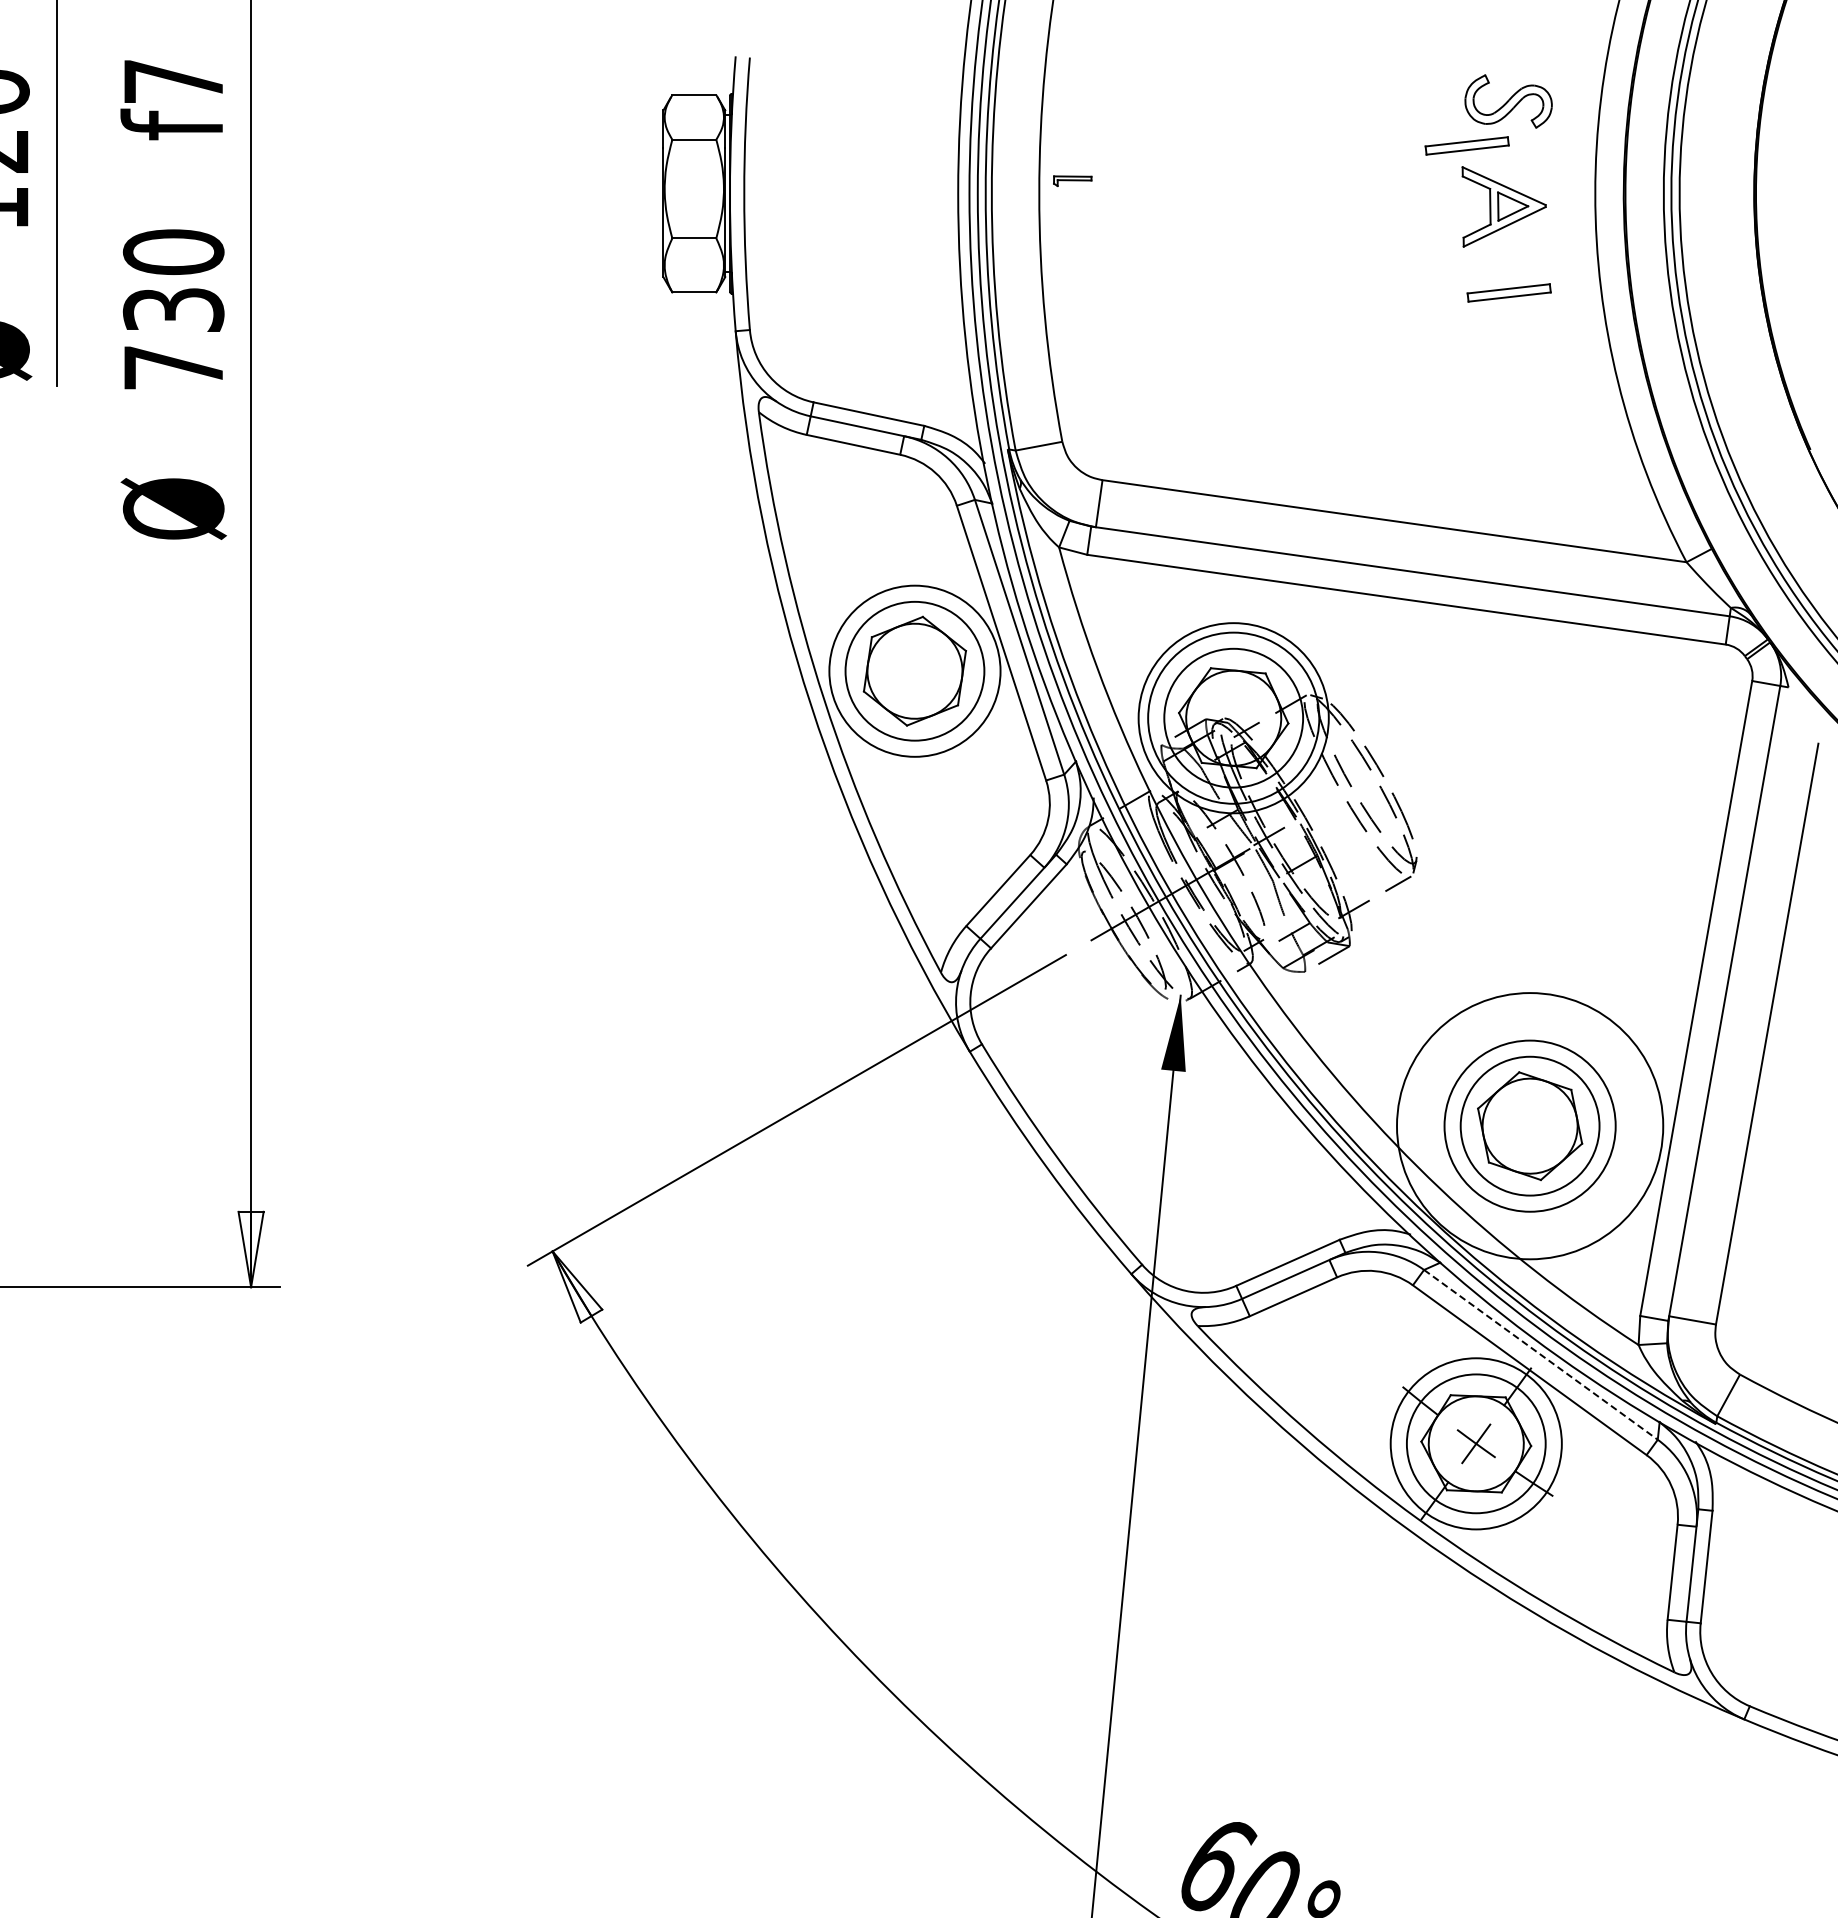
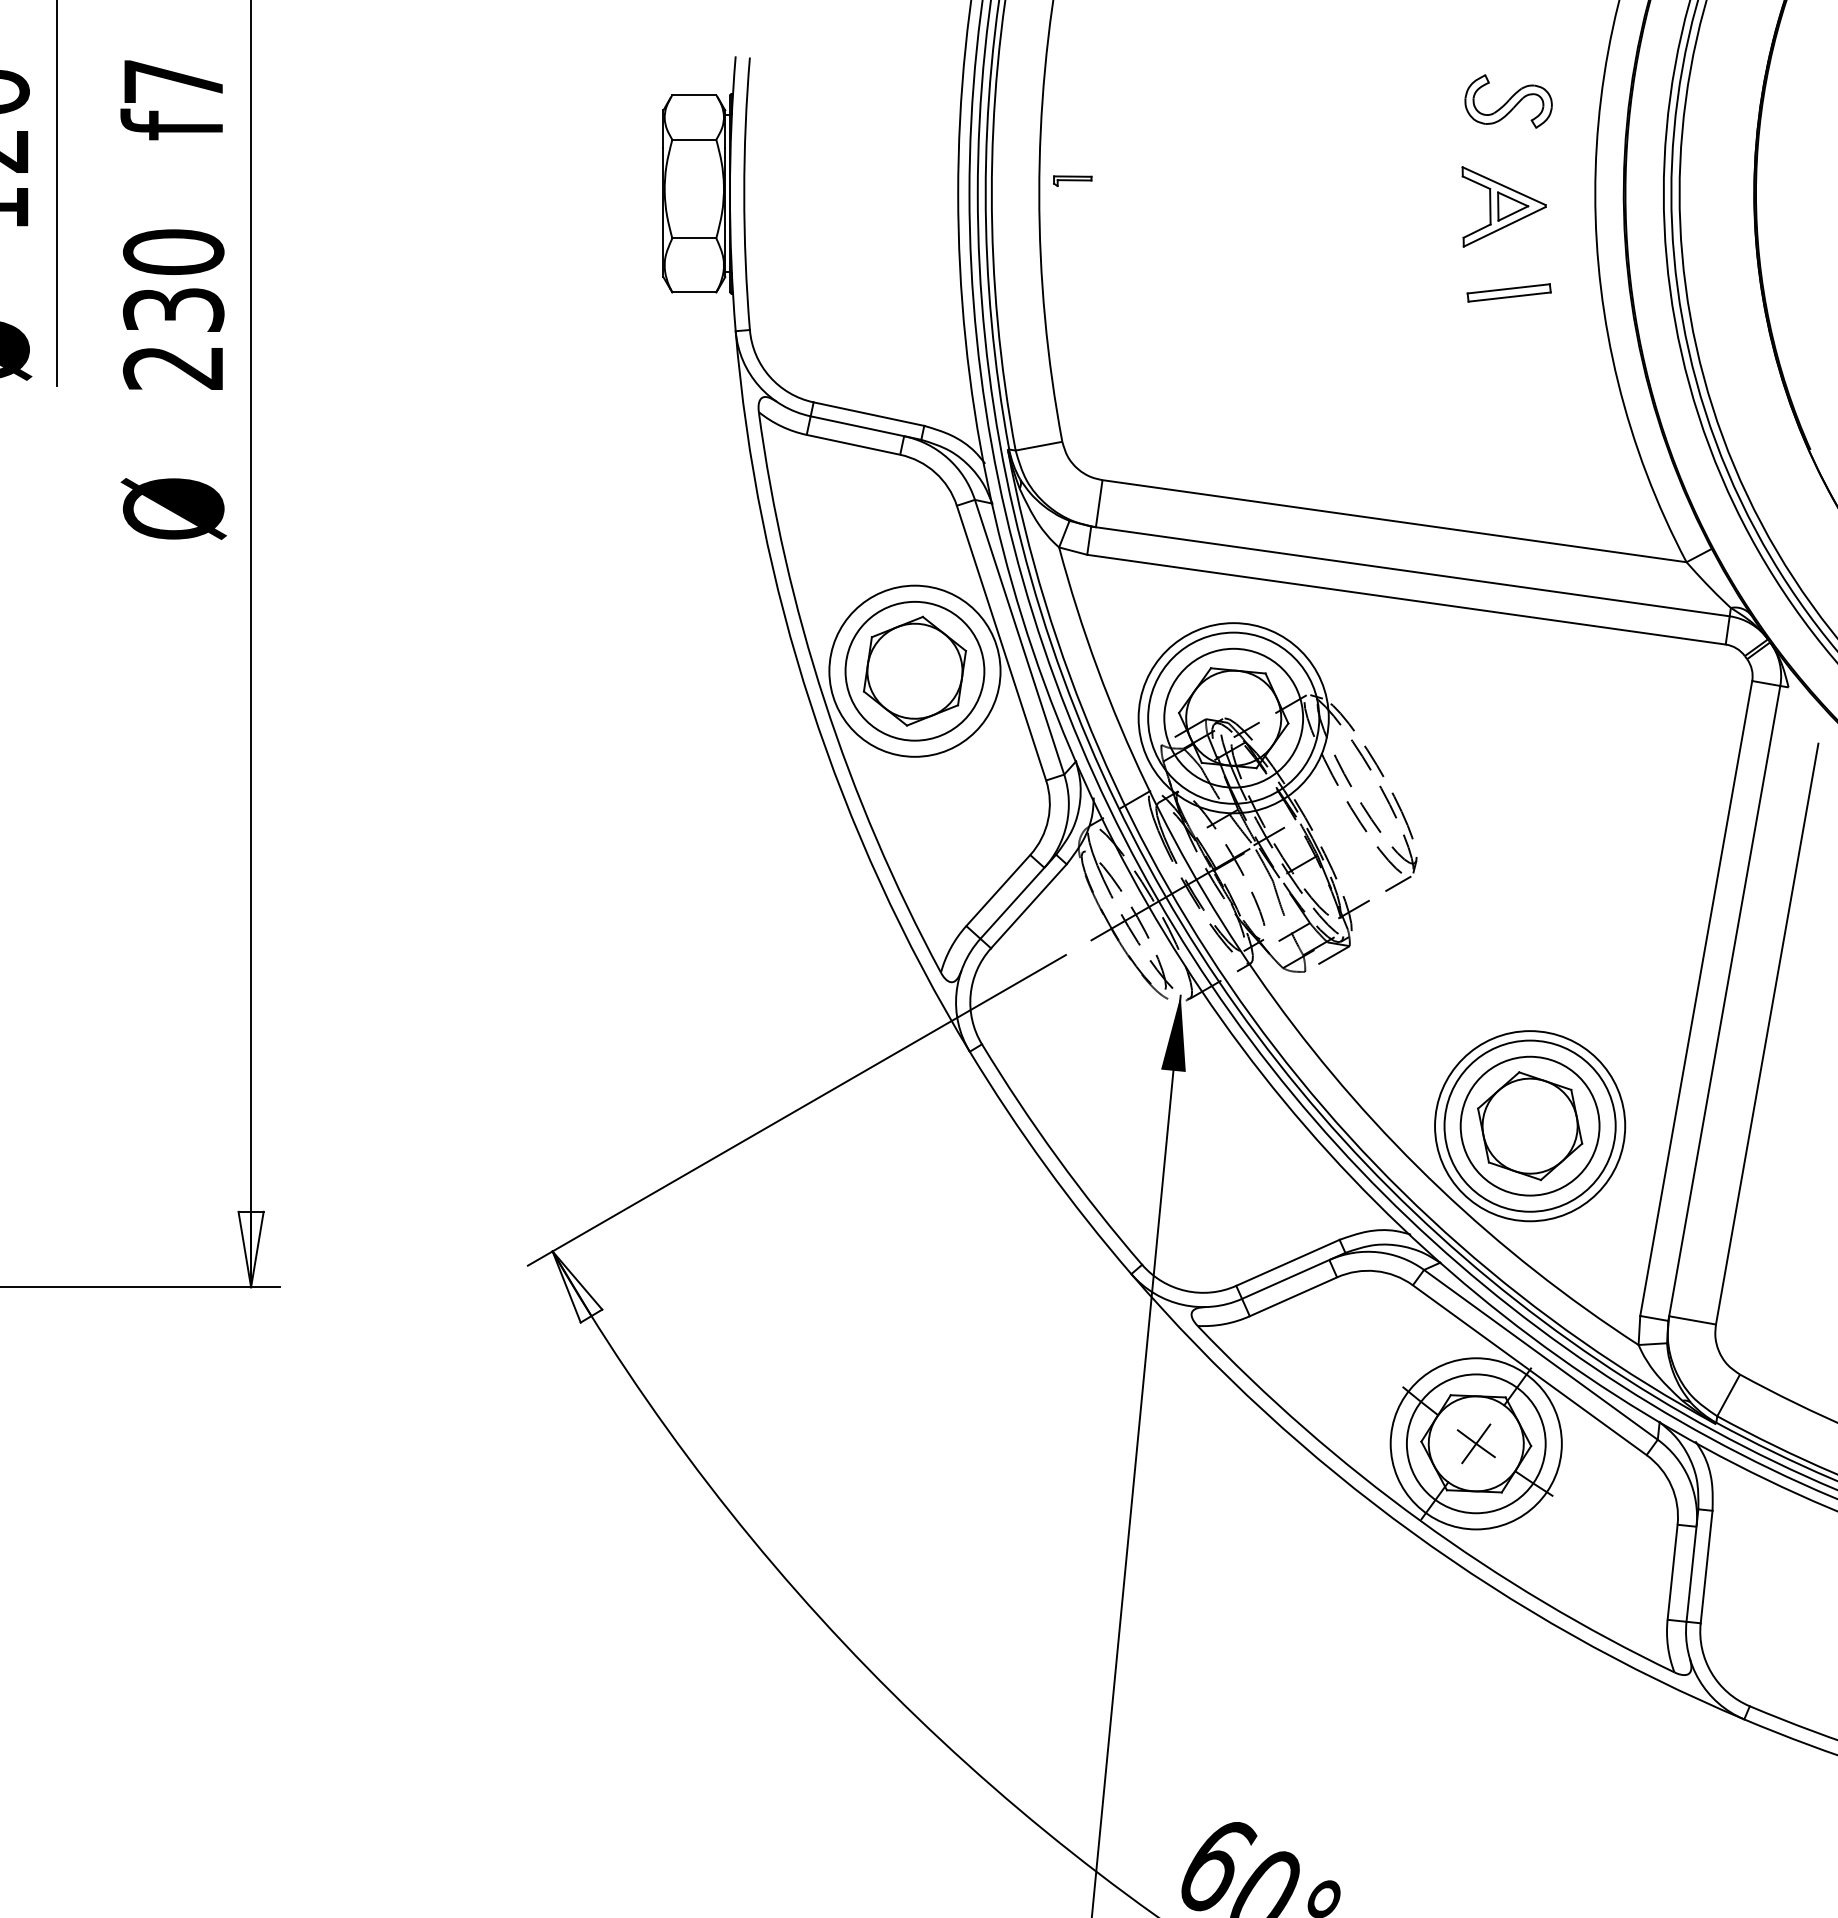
part at (1466, 145): present -> none
text at (172, 367): 730 -> 230
circle at (1530, 1126) diameter: 266 px -> 190 px
line at (1541, 1355): dashed -> solid
